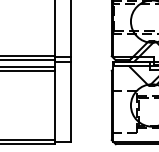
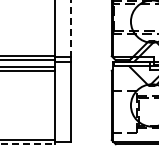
line at (71, 29): solid -> dashed
line at (28, 144): solid -> dashed
